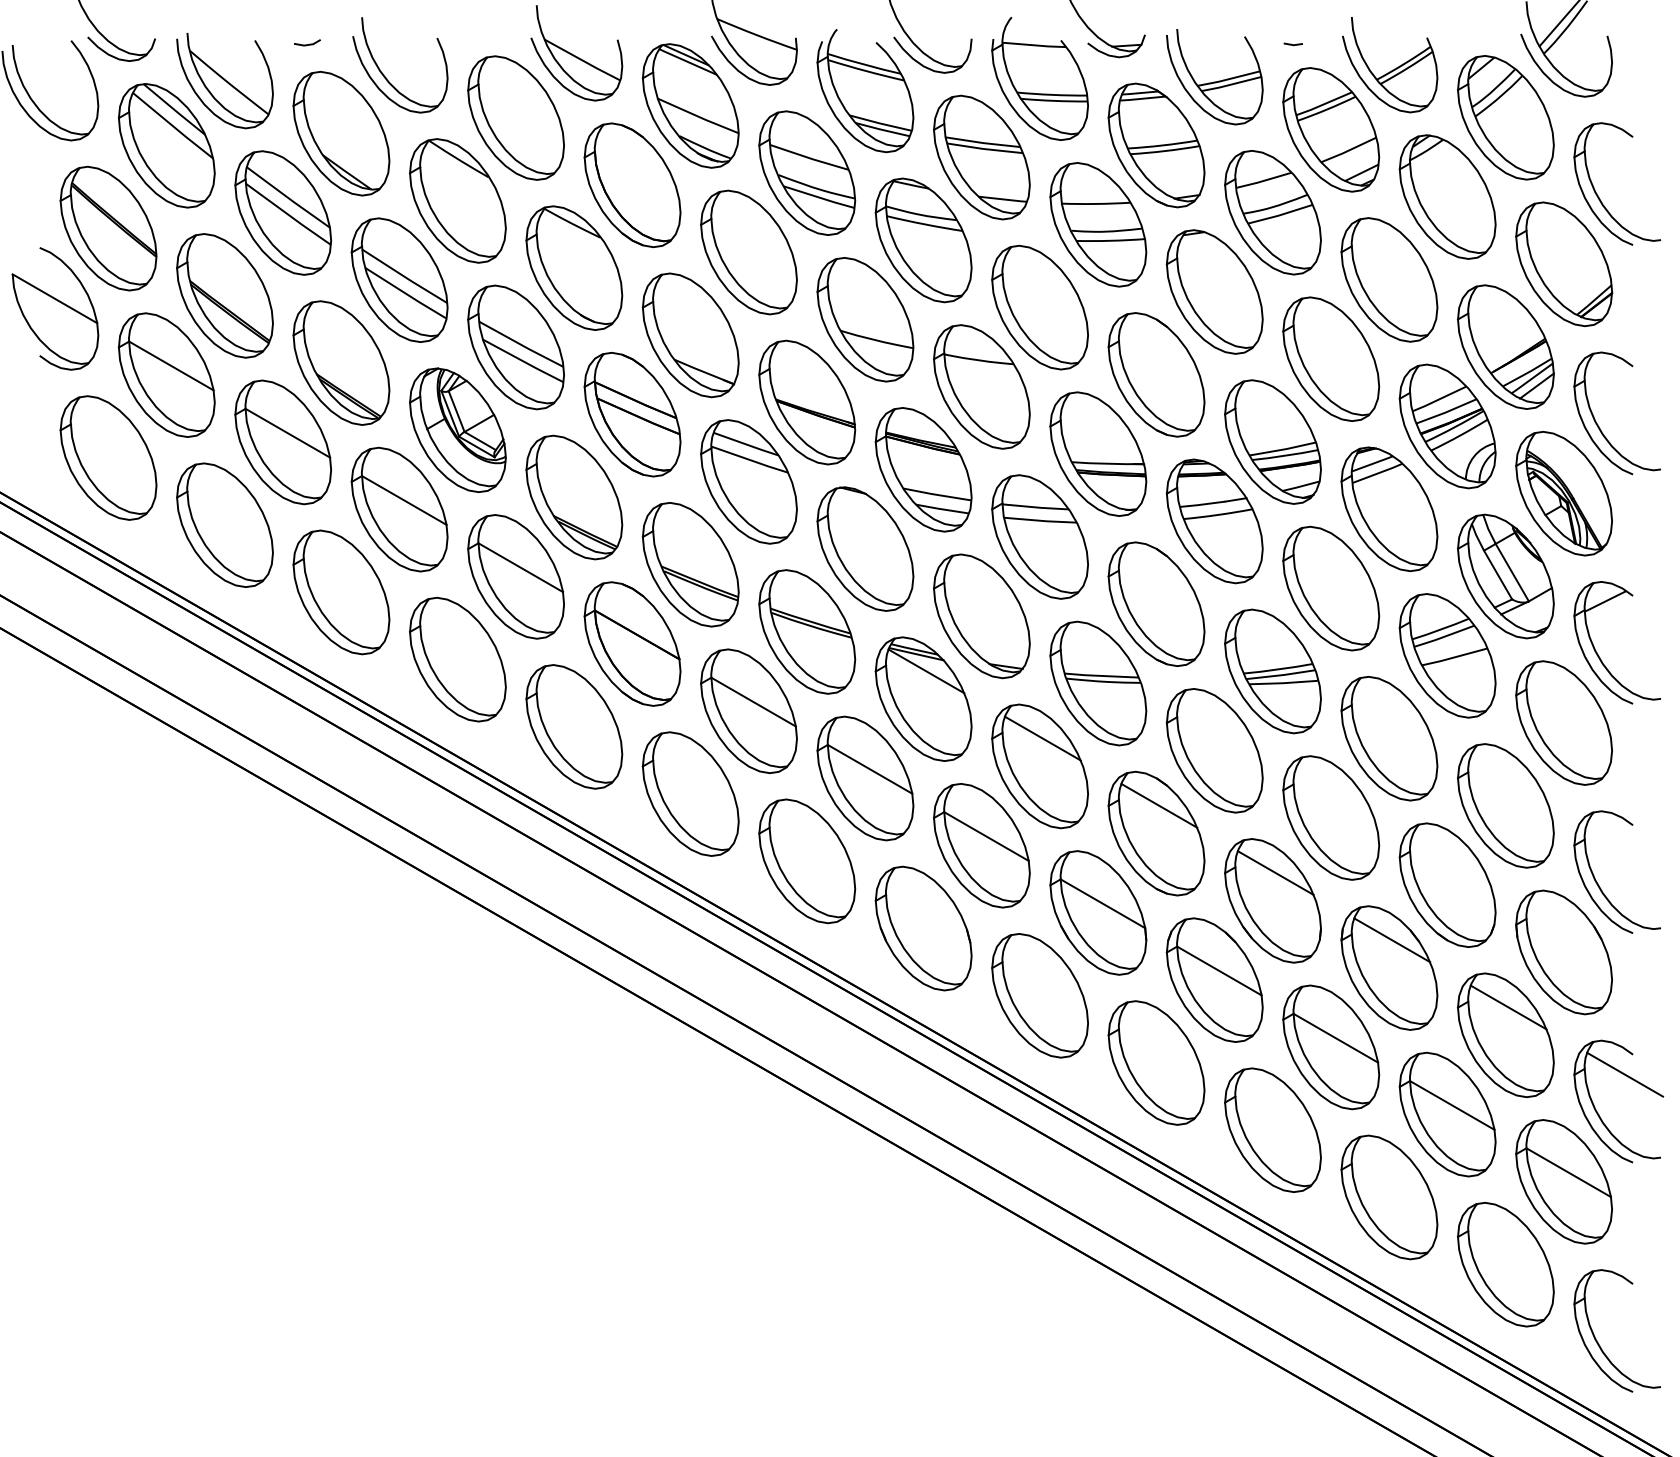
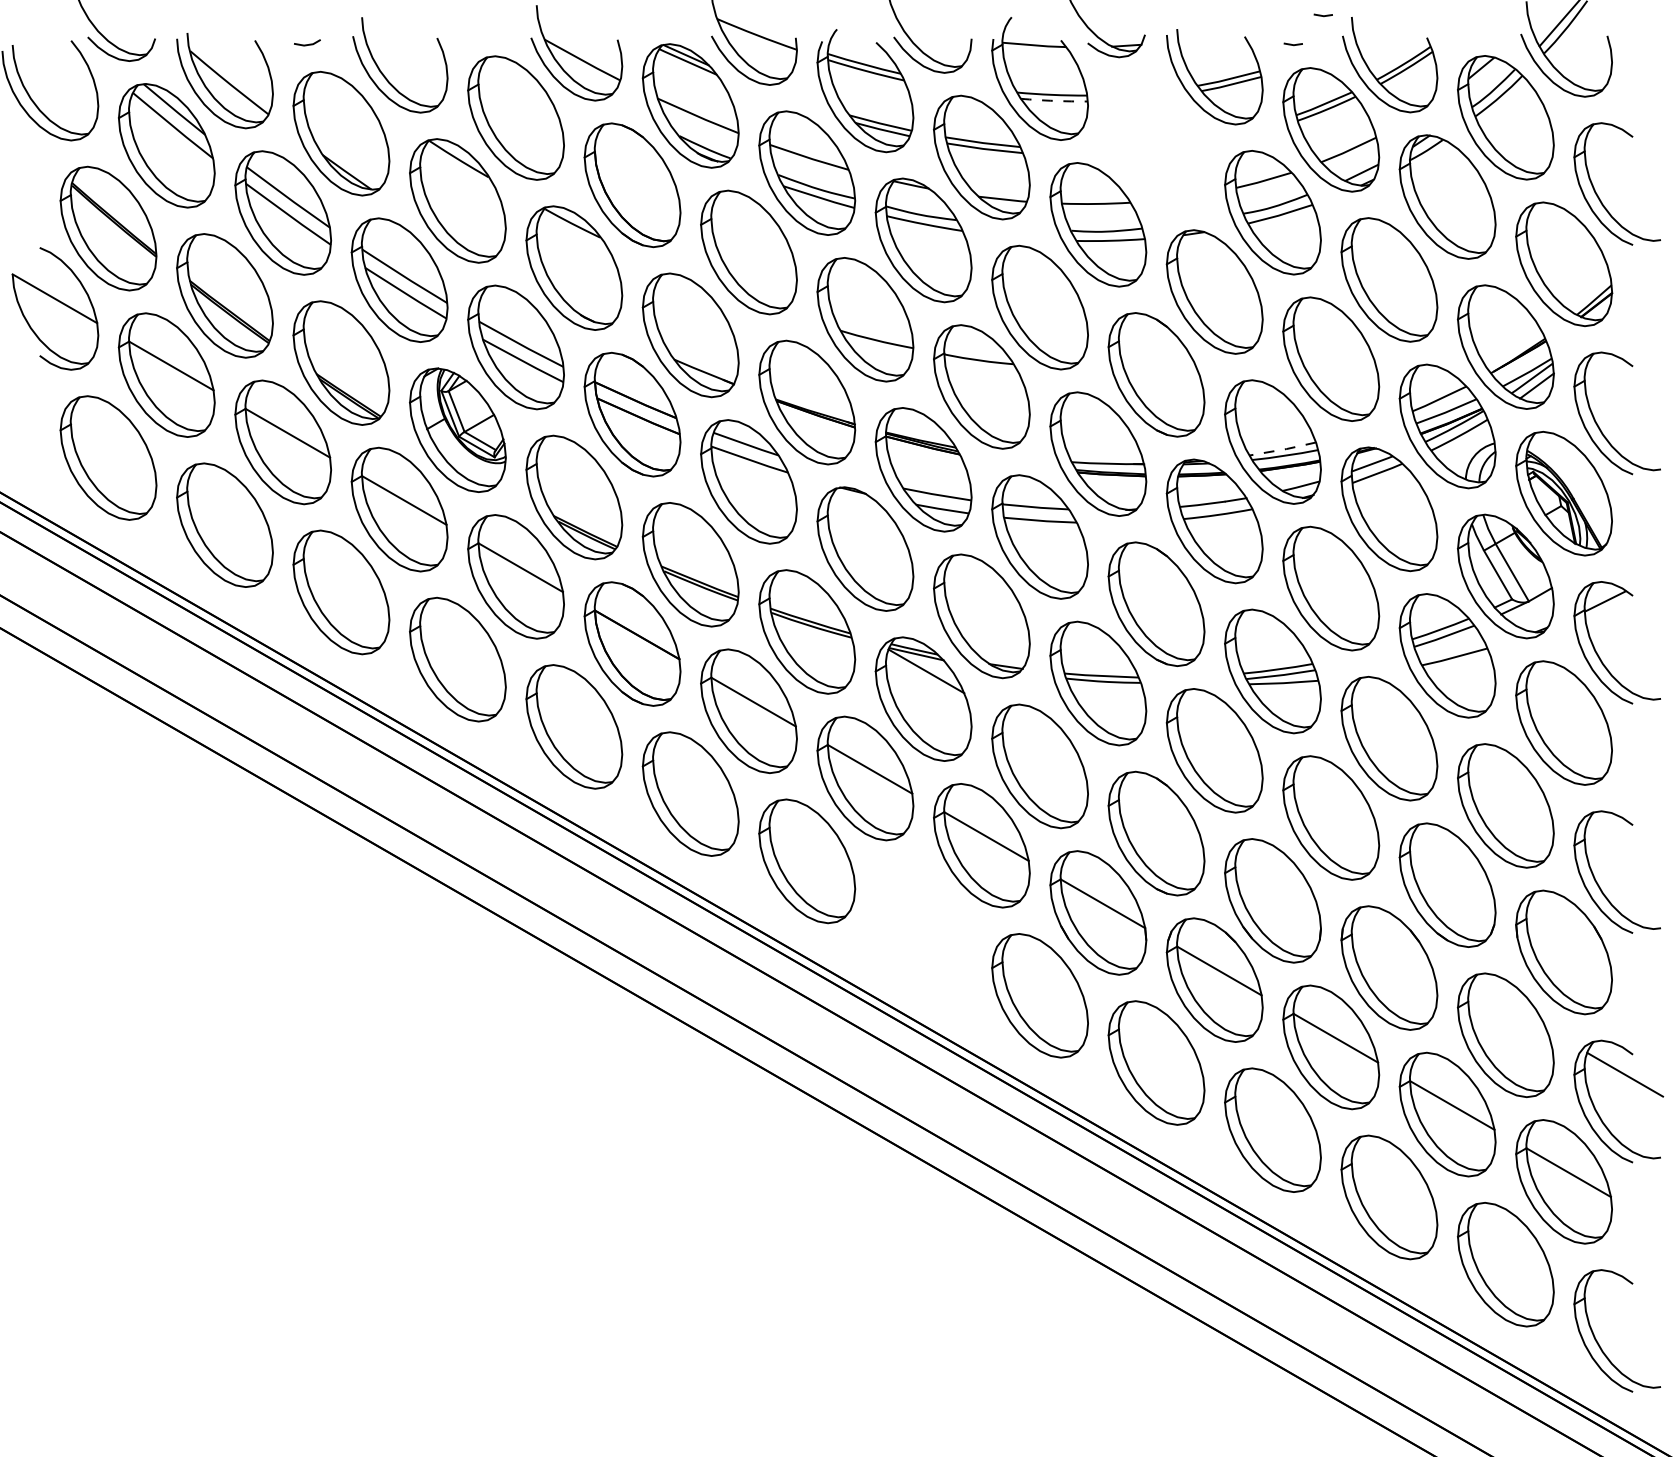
line at (1322, 15): none -> present
arc at (1054, 100): solid -> dashed
part at (1156, 145): present -> none
line at (1283, 449): solid -> dashed
line at (1042, 738): present -> none
line at (1159, 805): present -> none
line at (1275, 872): present -> none
part at (923, 928): present -> none
line at (1392, 940): present -> none
line at (1508, 1007): present -> none
